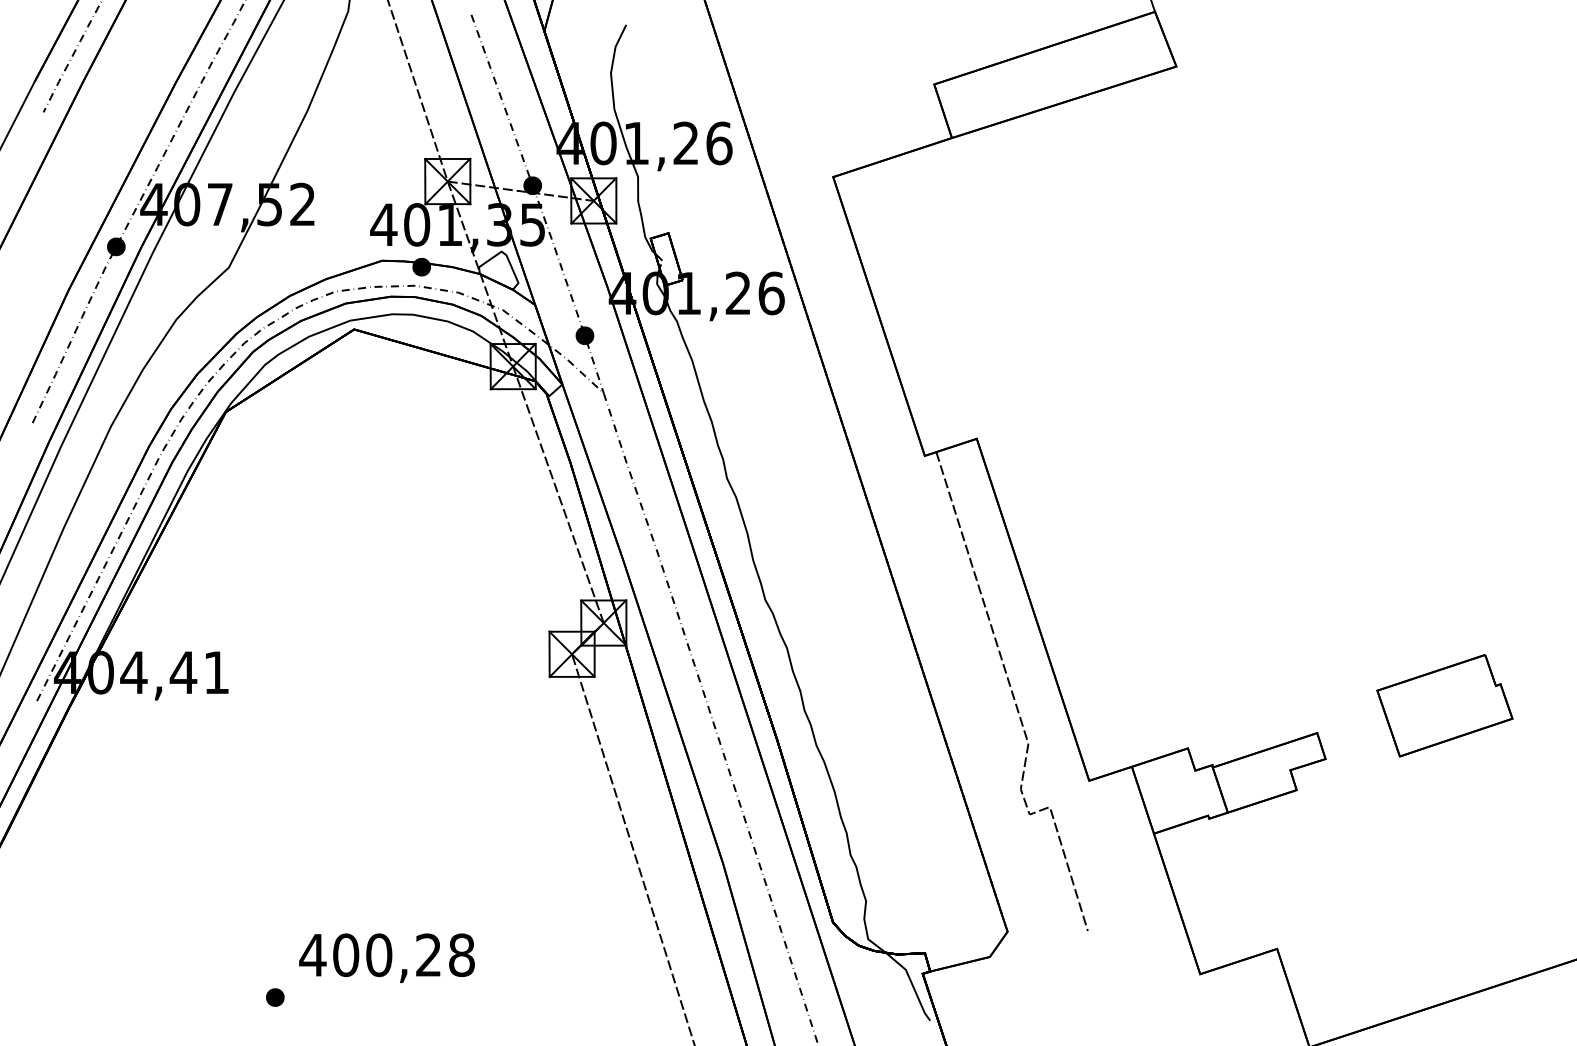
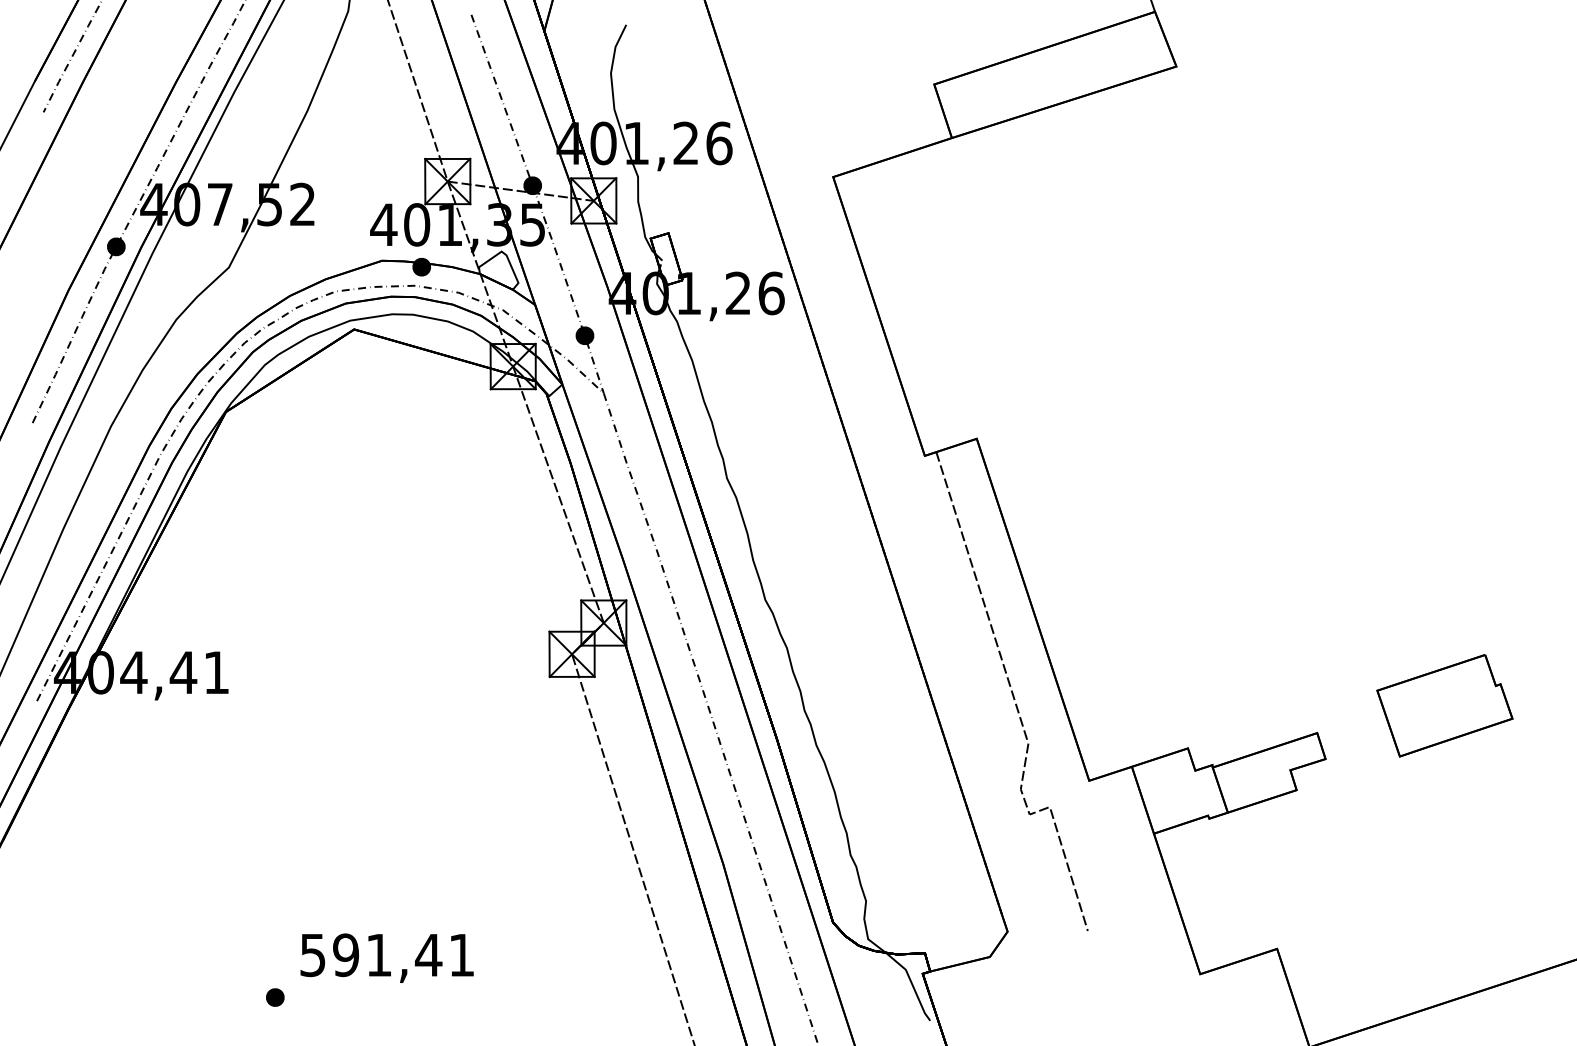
text at (386, 955): 400,28 -> 591,41
